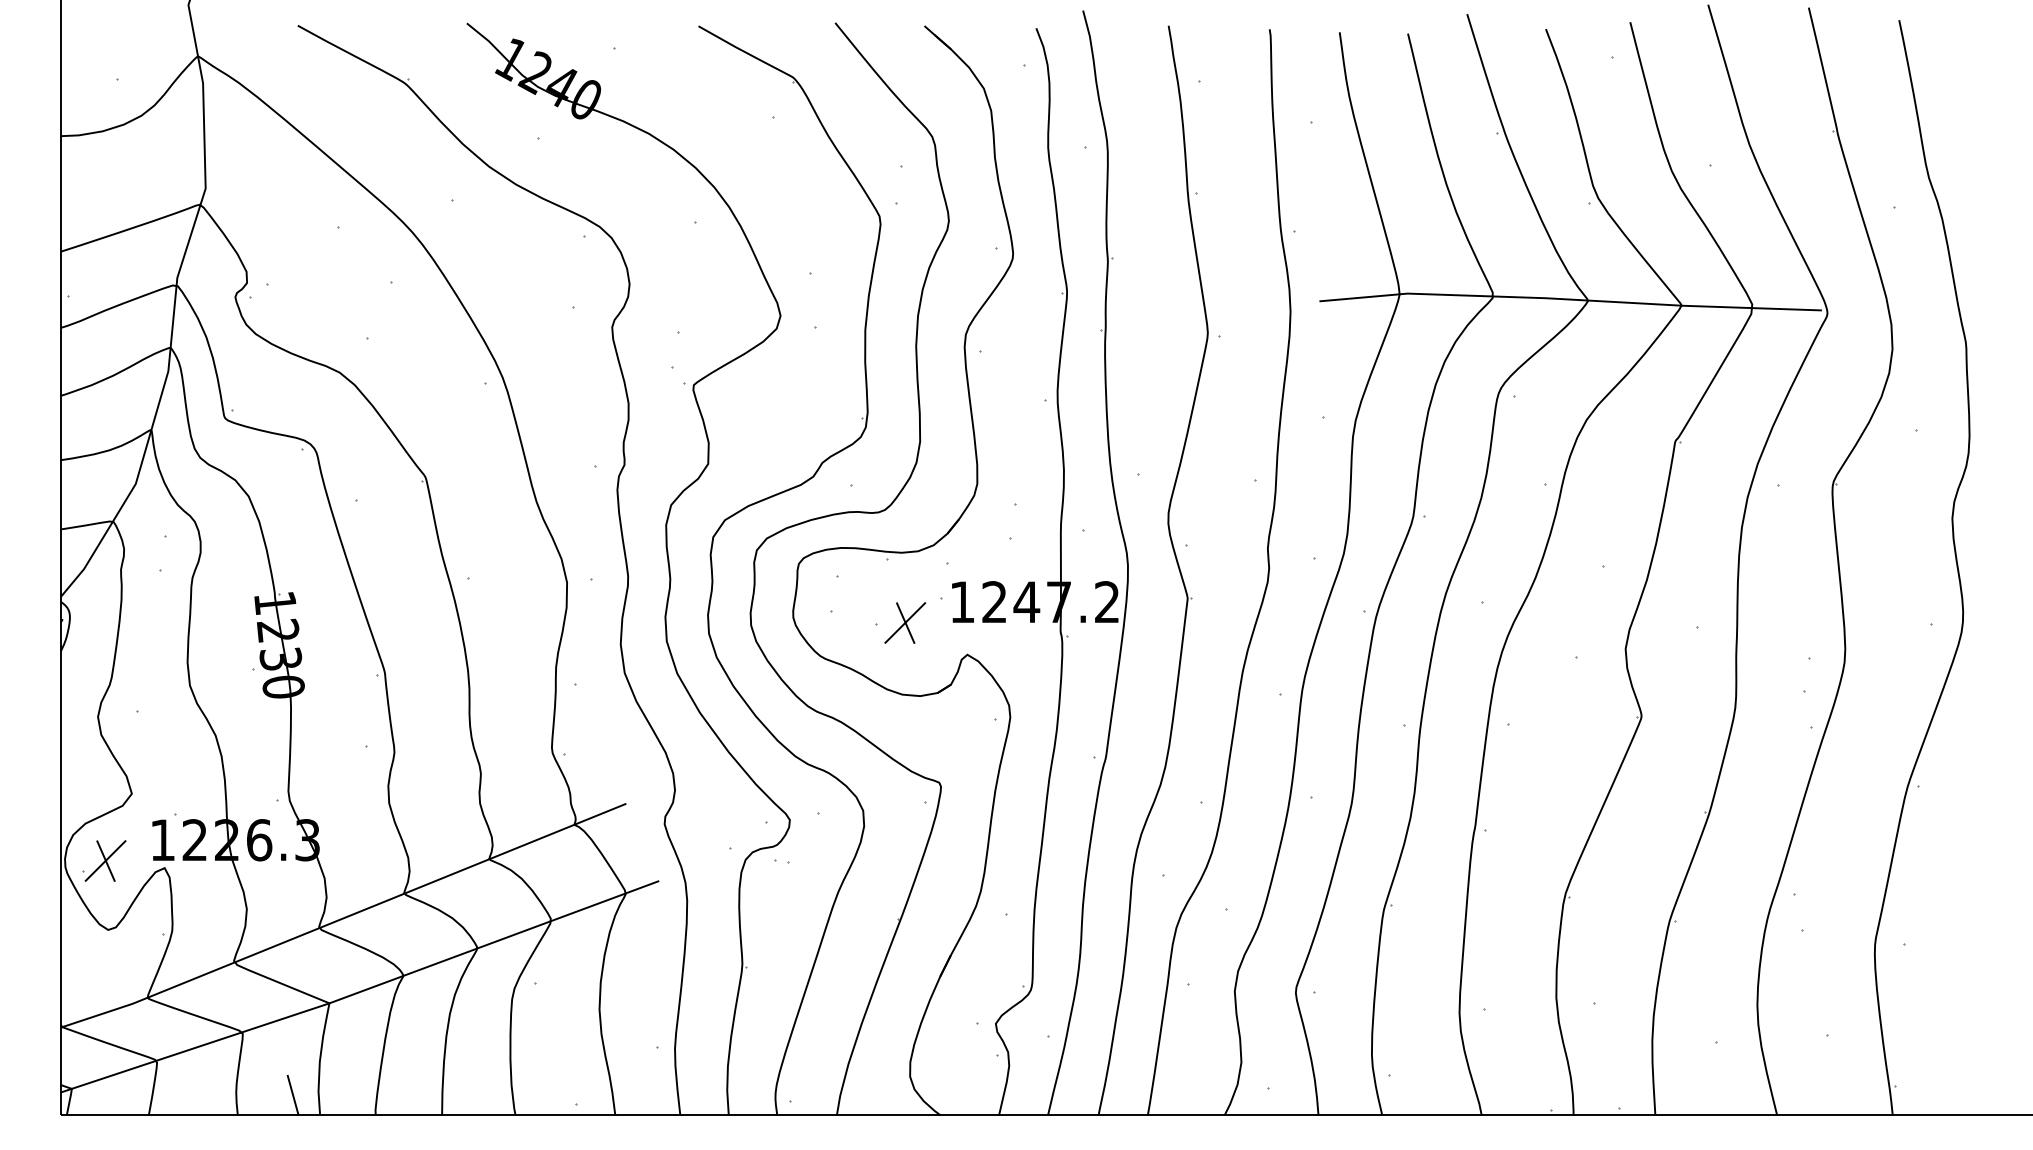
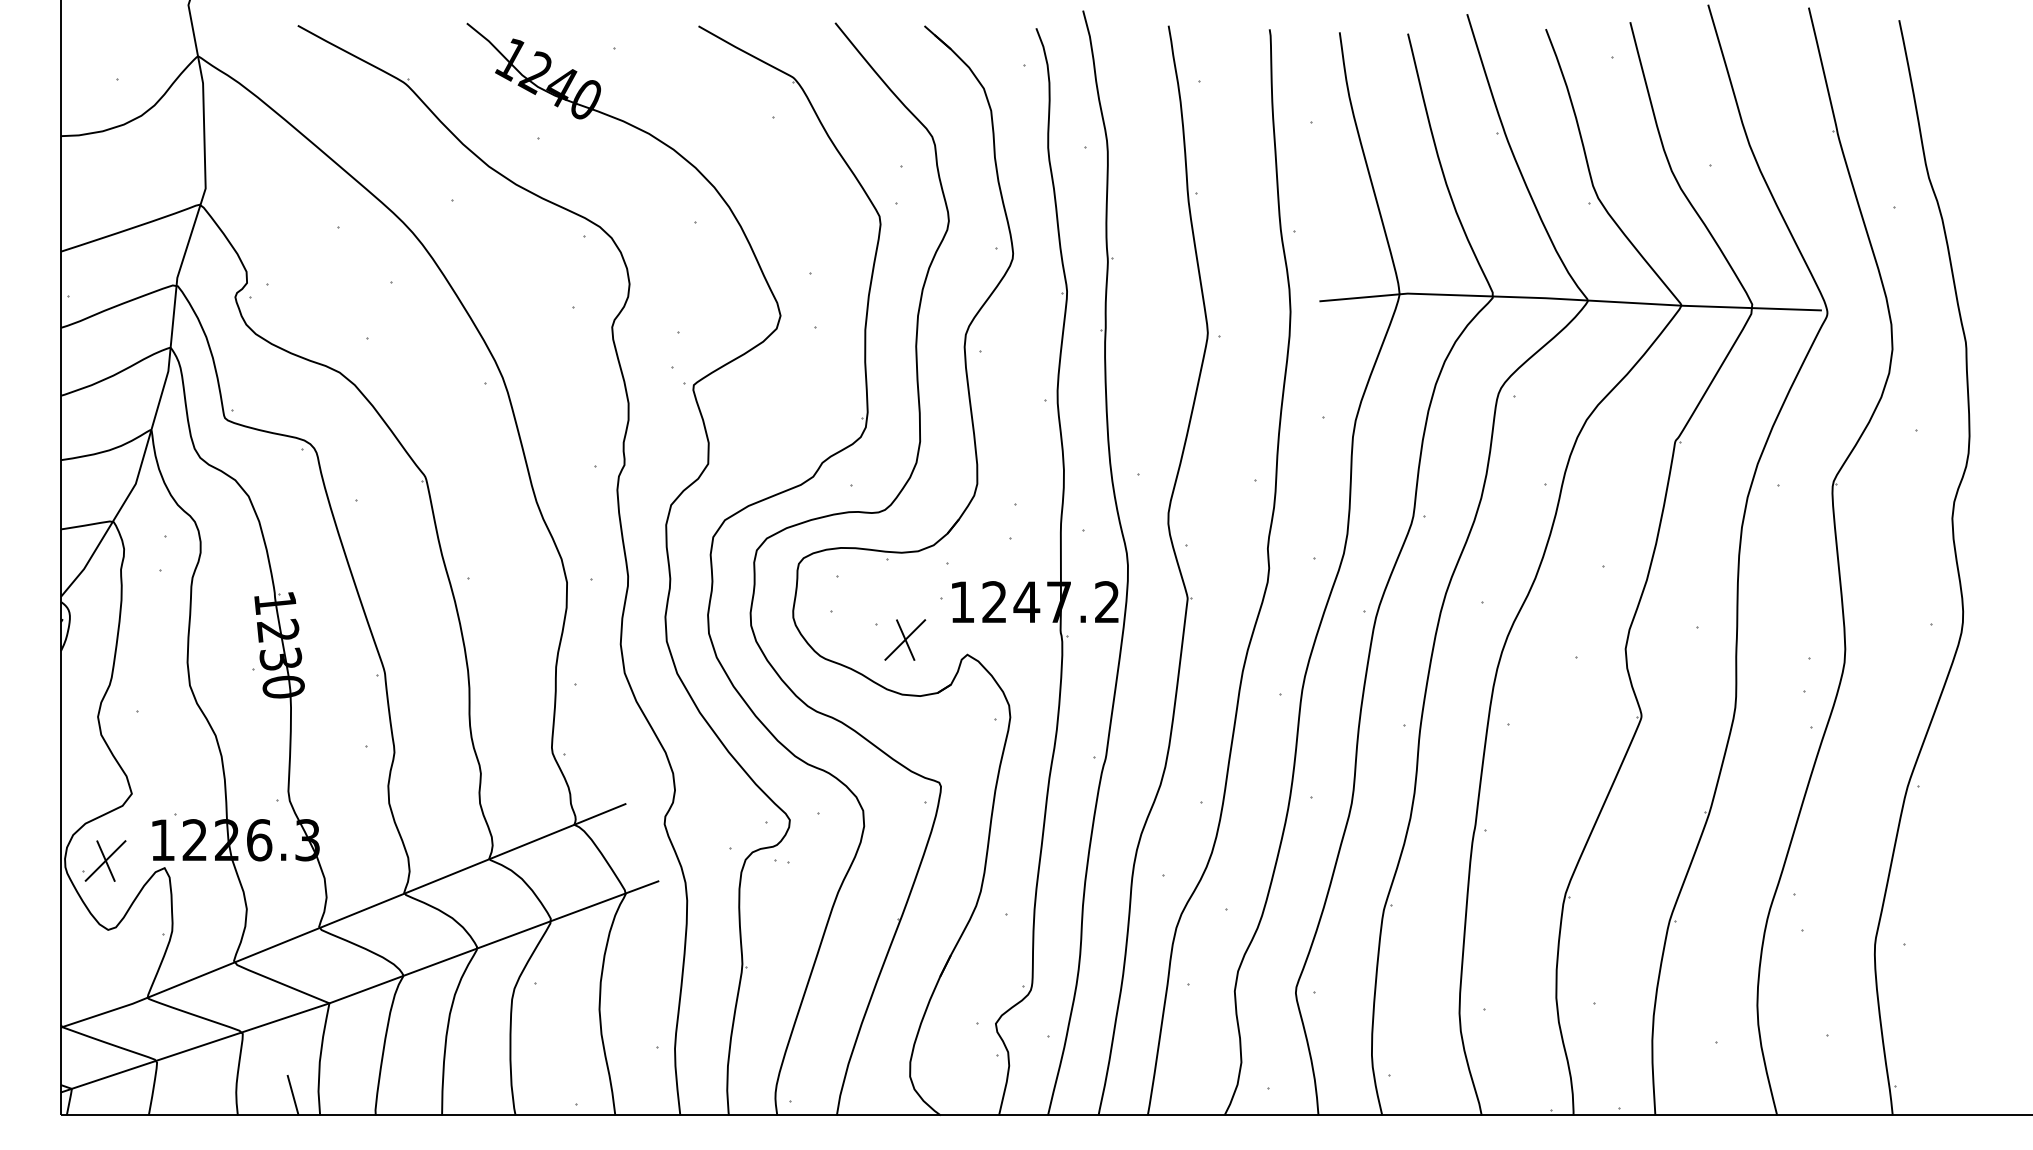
part at (905, 622) position: (905, 622) -> (905, 639)
